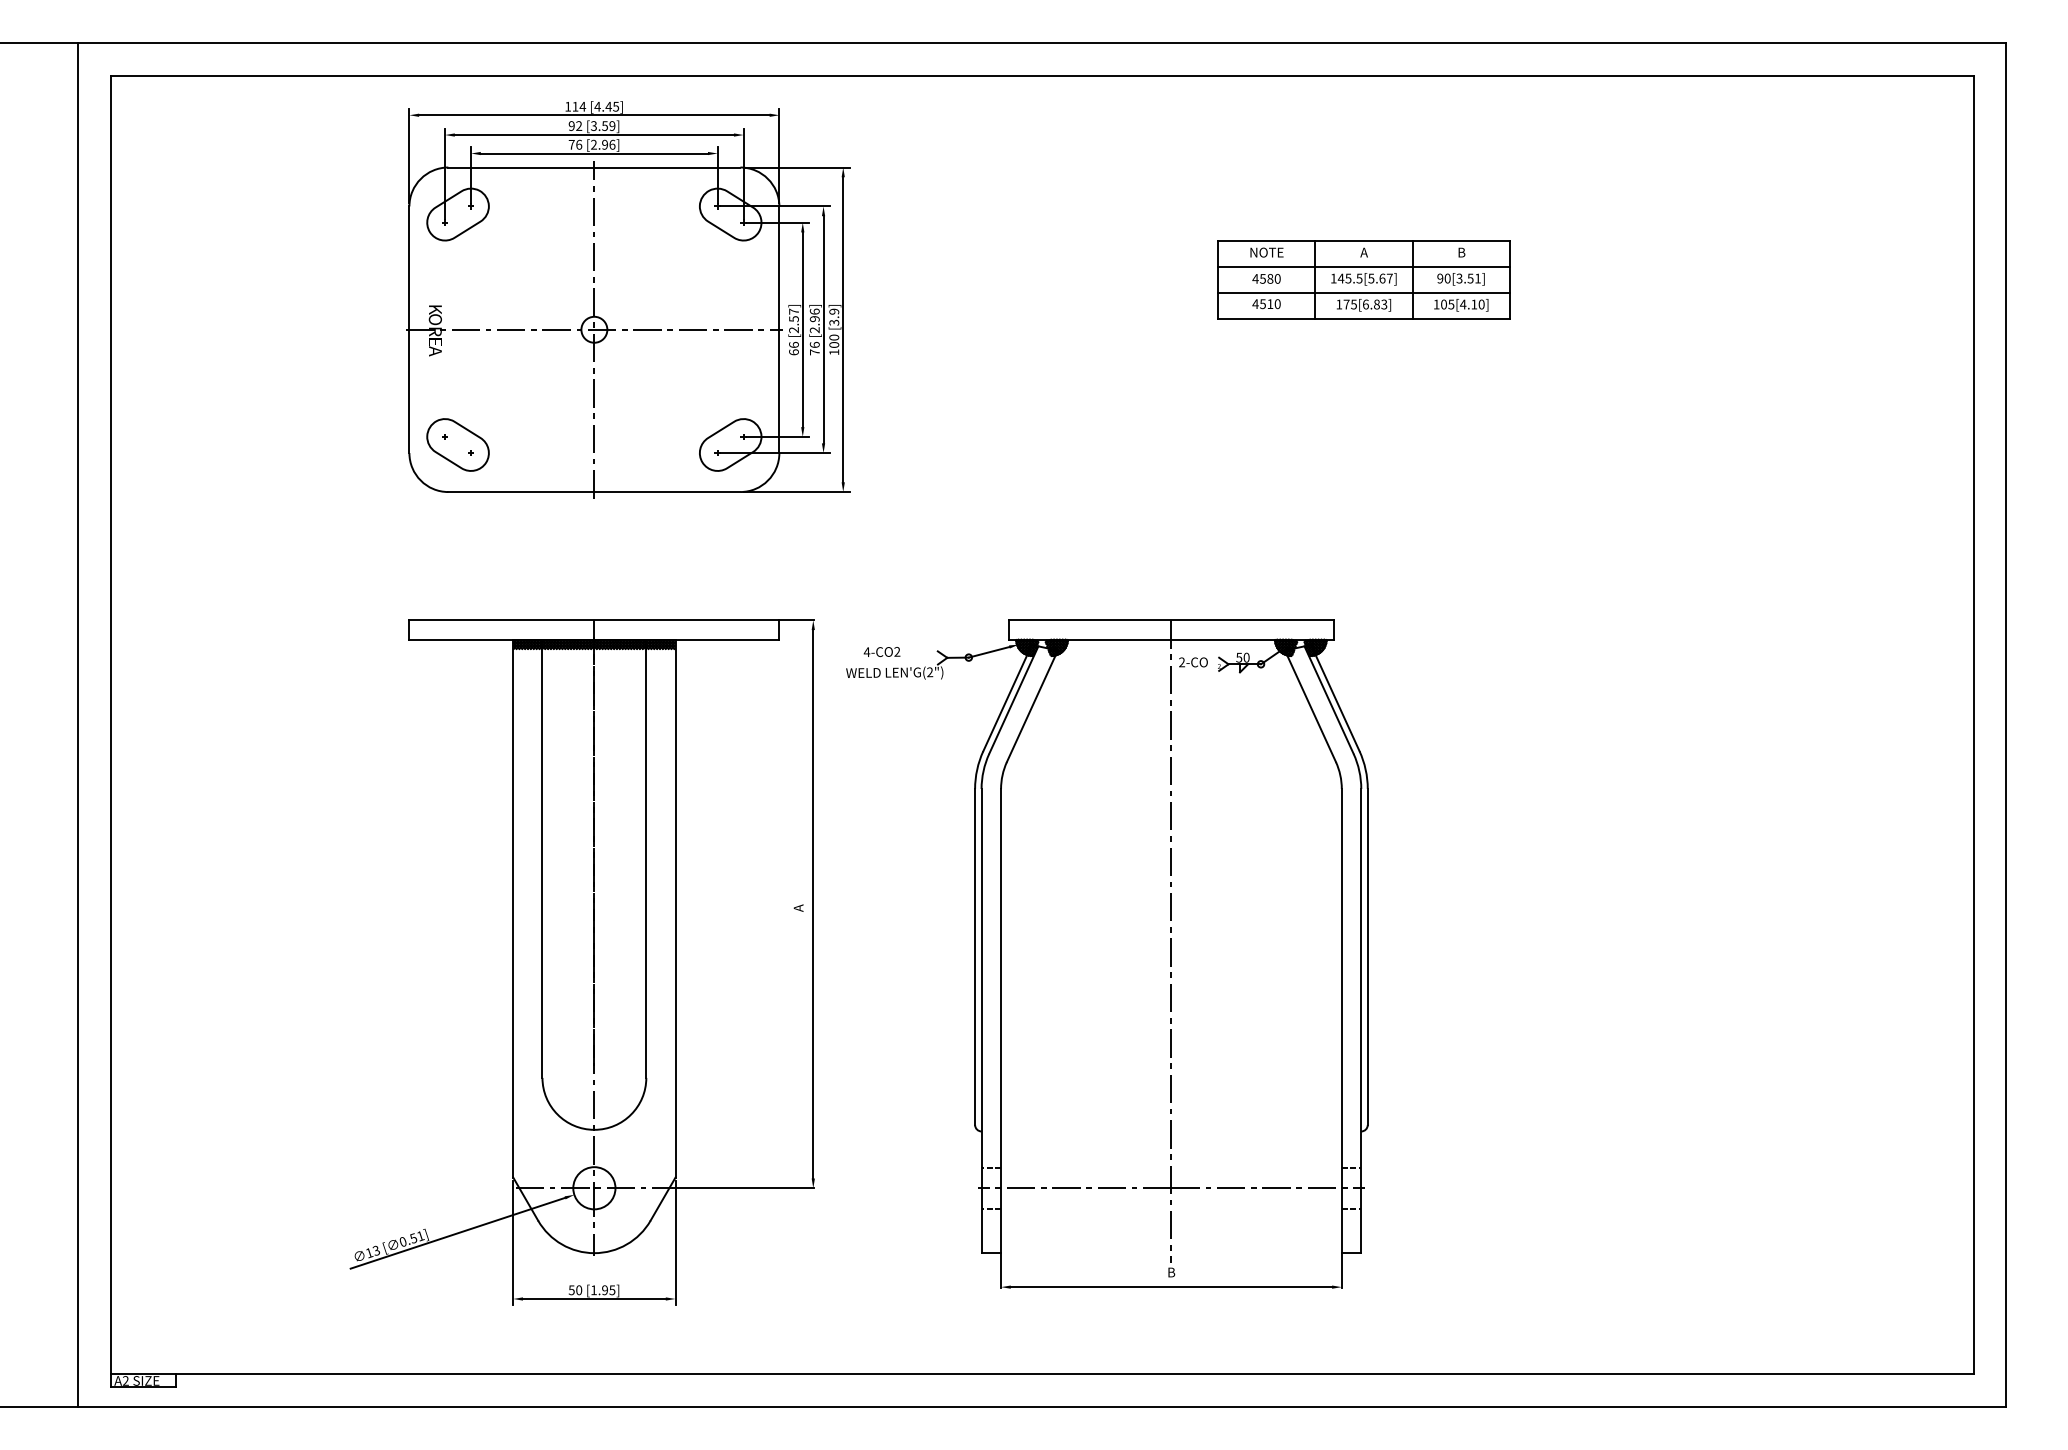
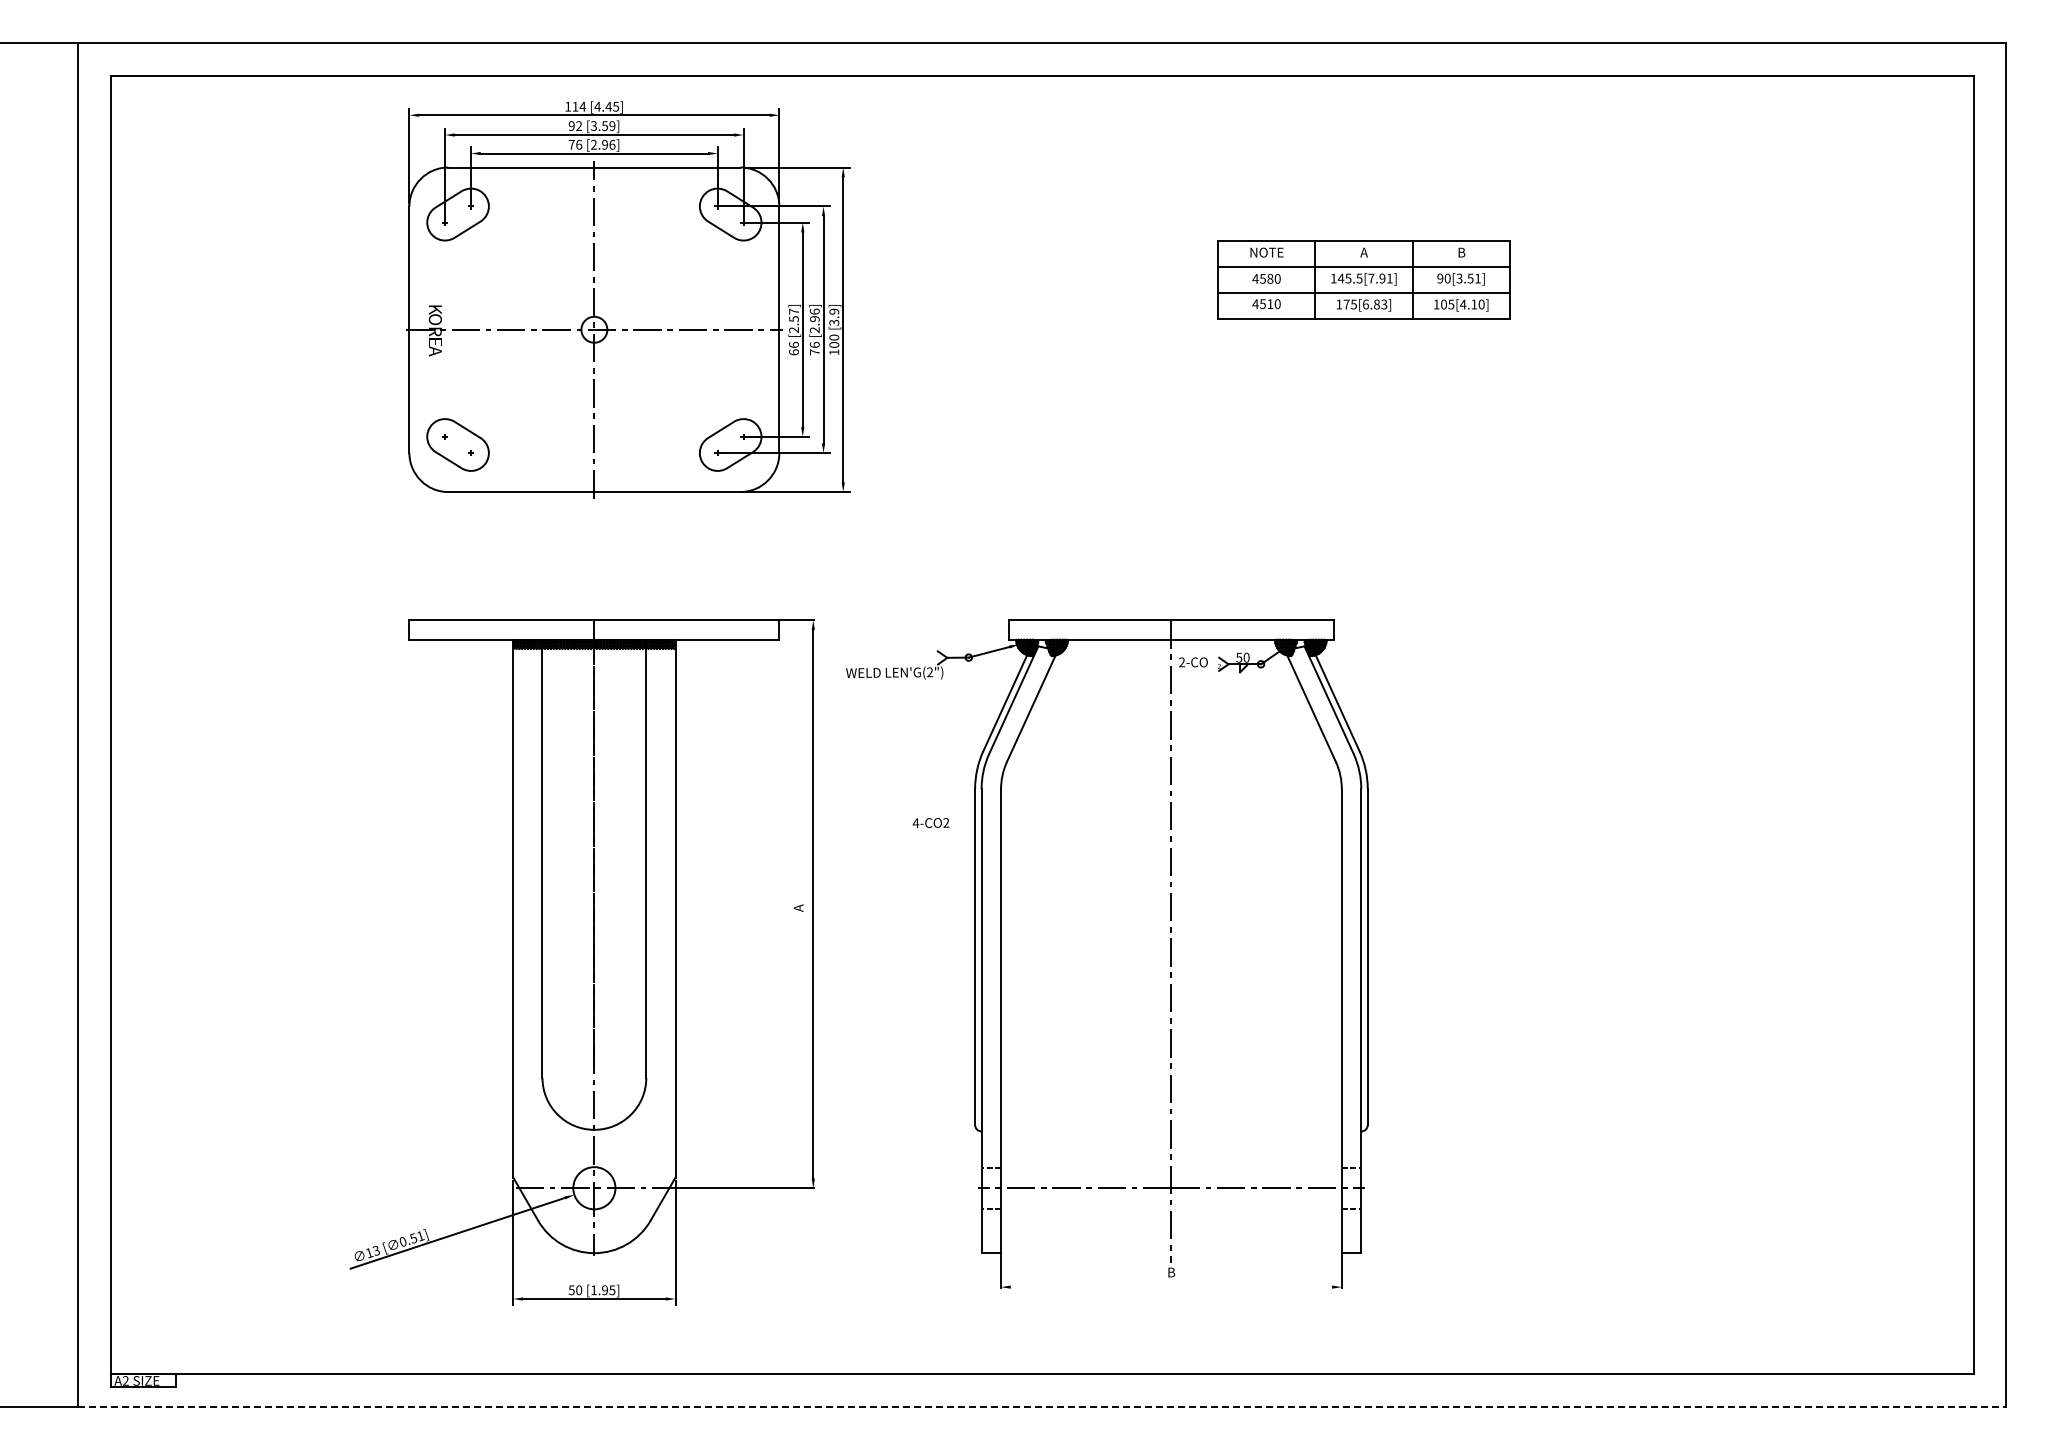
text at (1380, 278): 145.5[5.67] -> 145.5[7.91]
text at (881, 651) position: (881, 651) -> (930, 822)
line at (1171, 1287): present -> none
line at (1042, 1406): solid -> dashed
